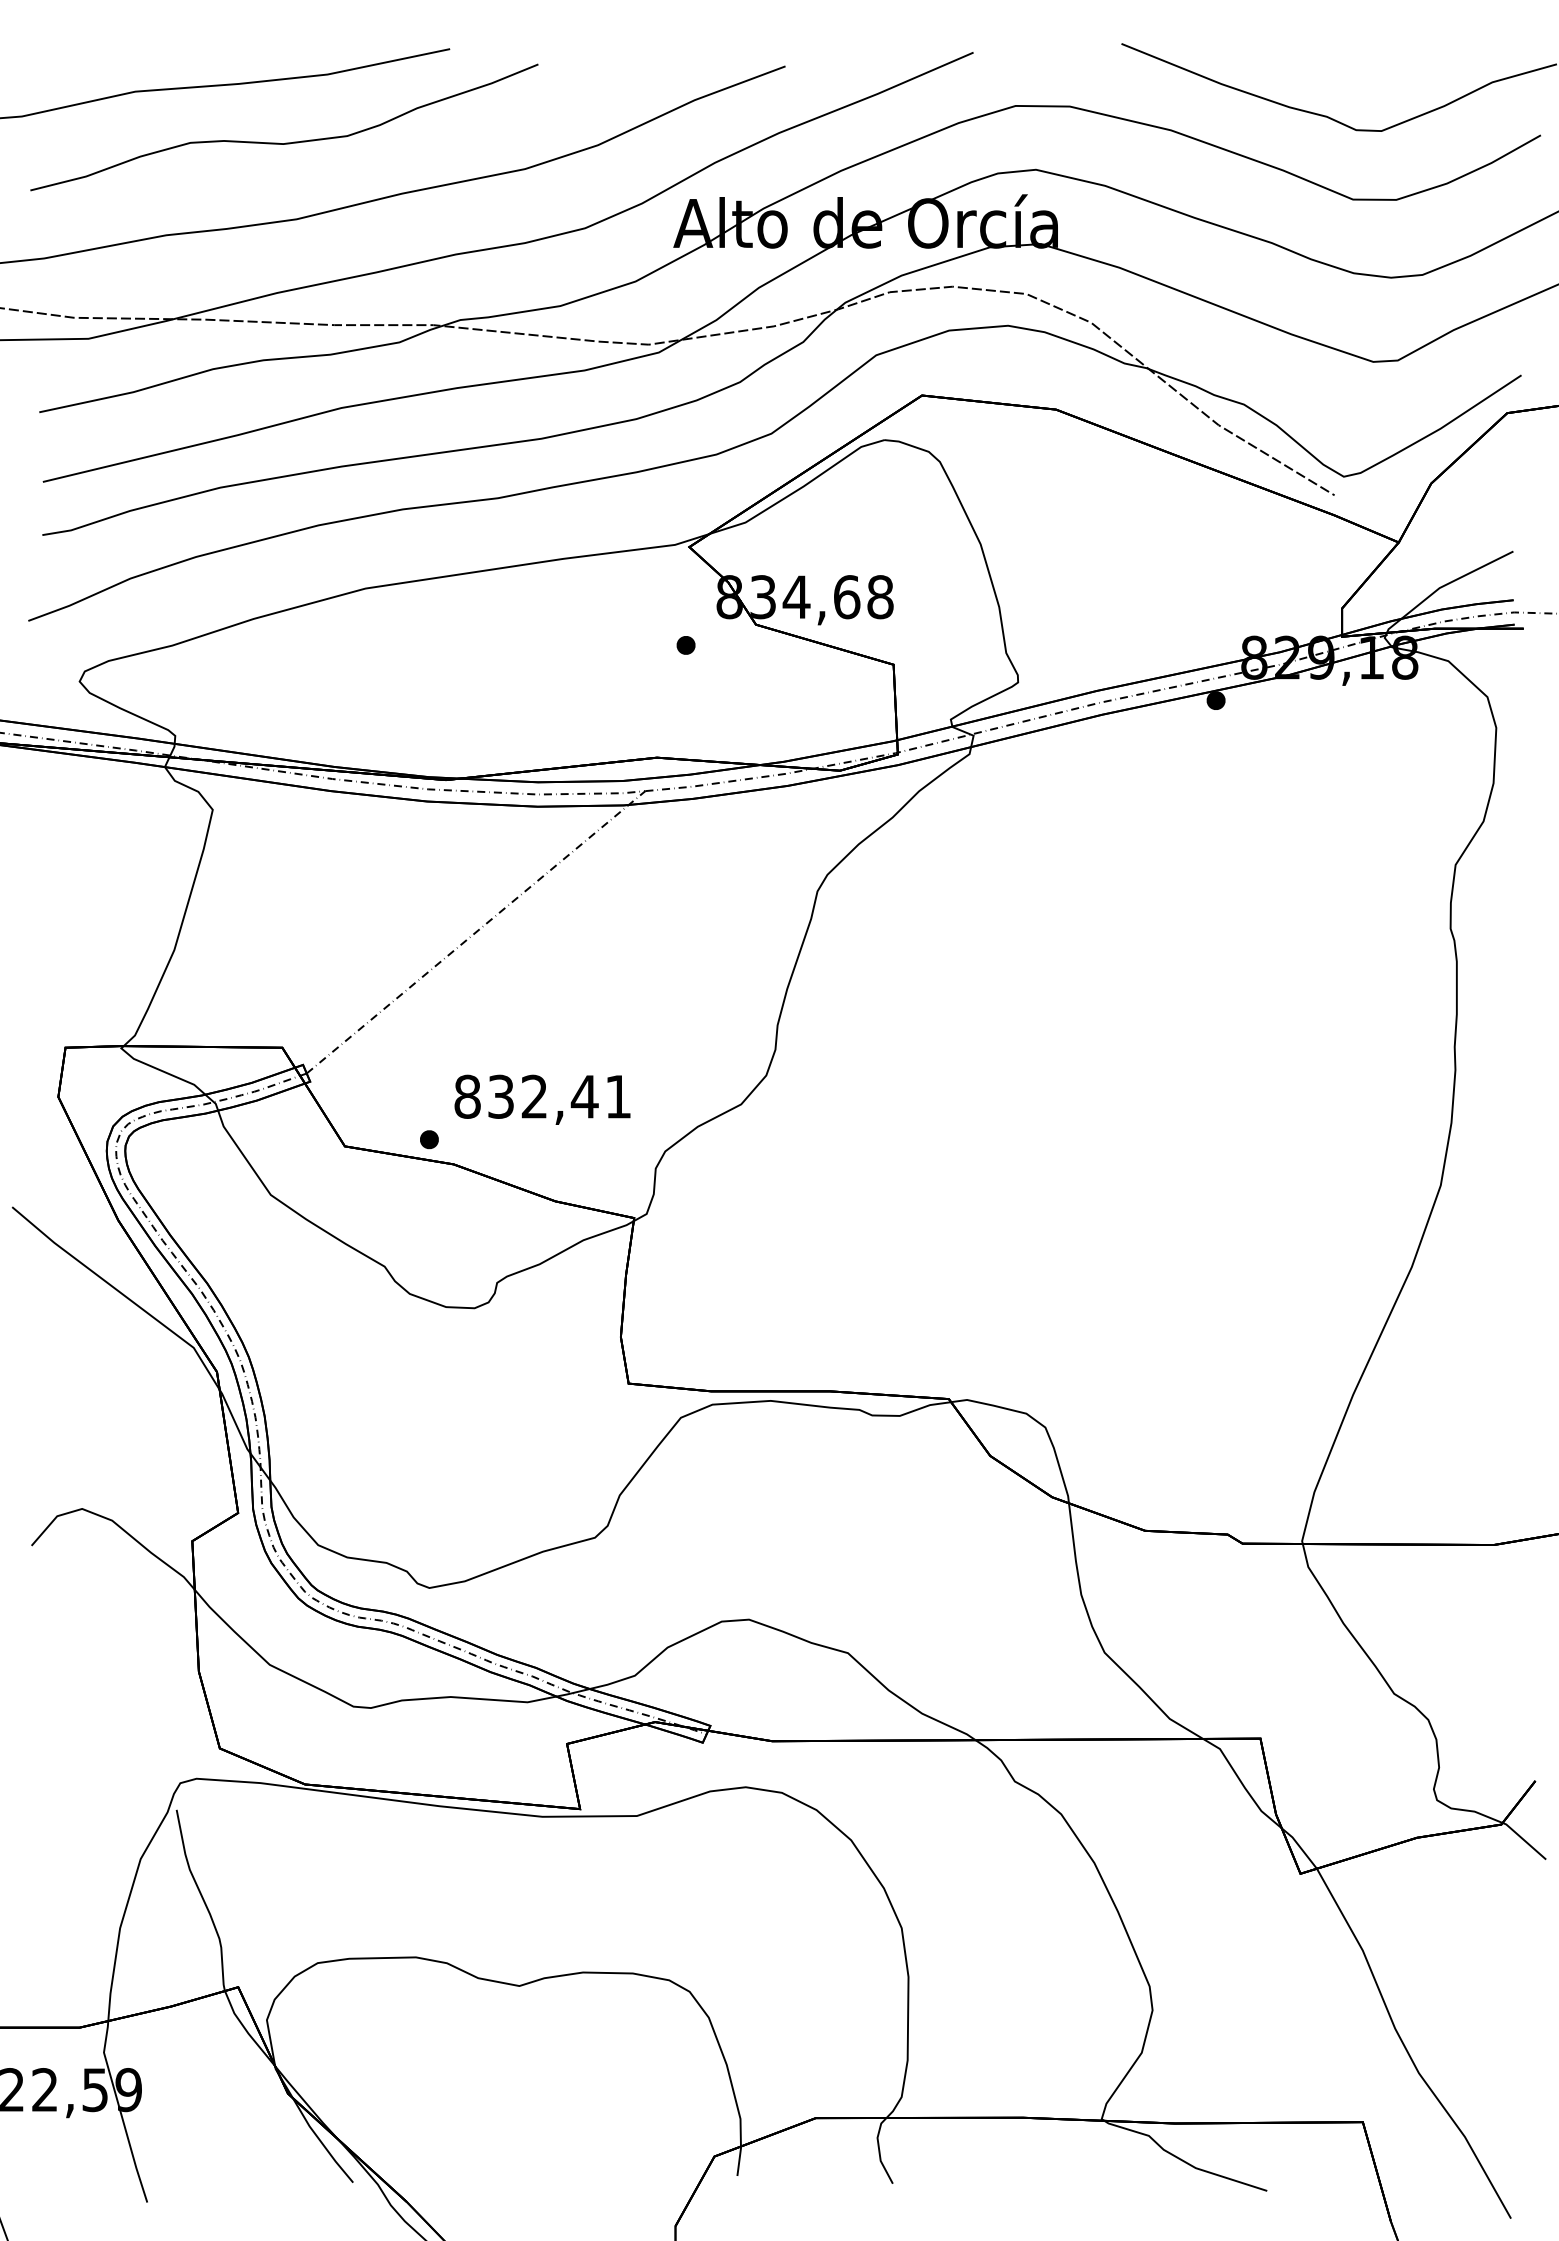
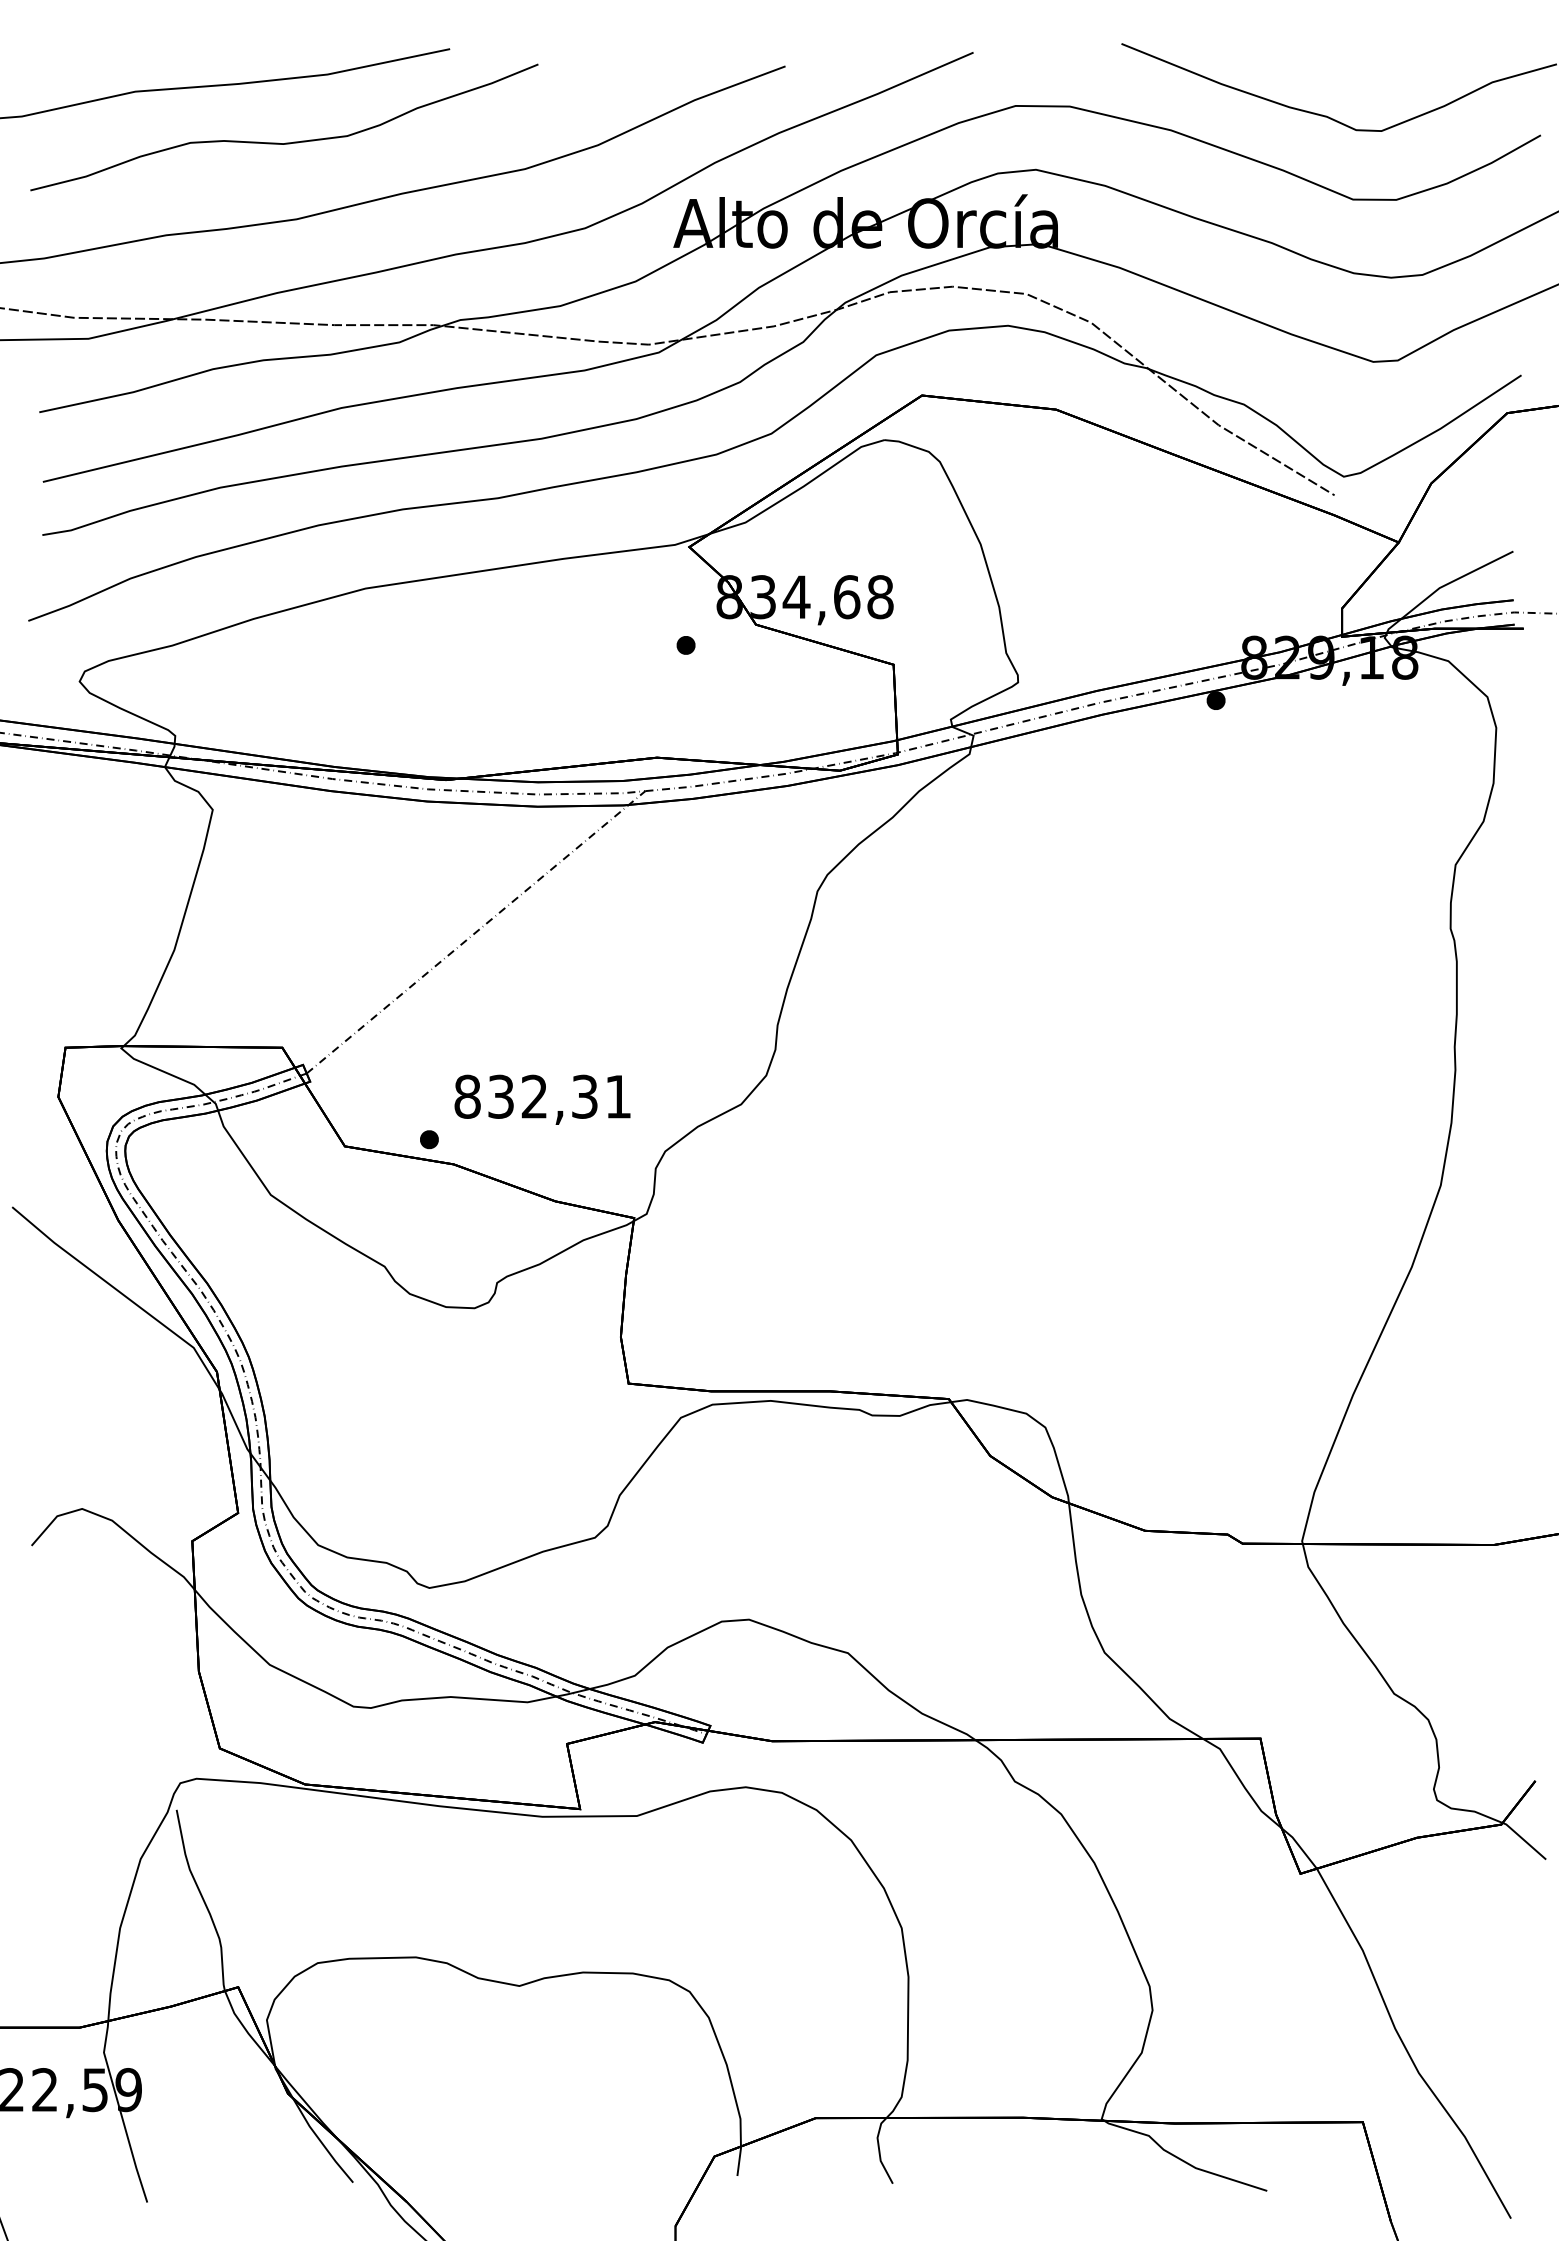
text at (584, 1096): 832,41 -> 832,31
